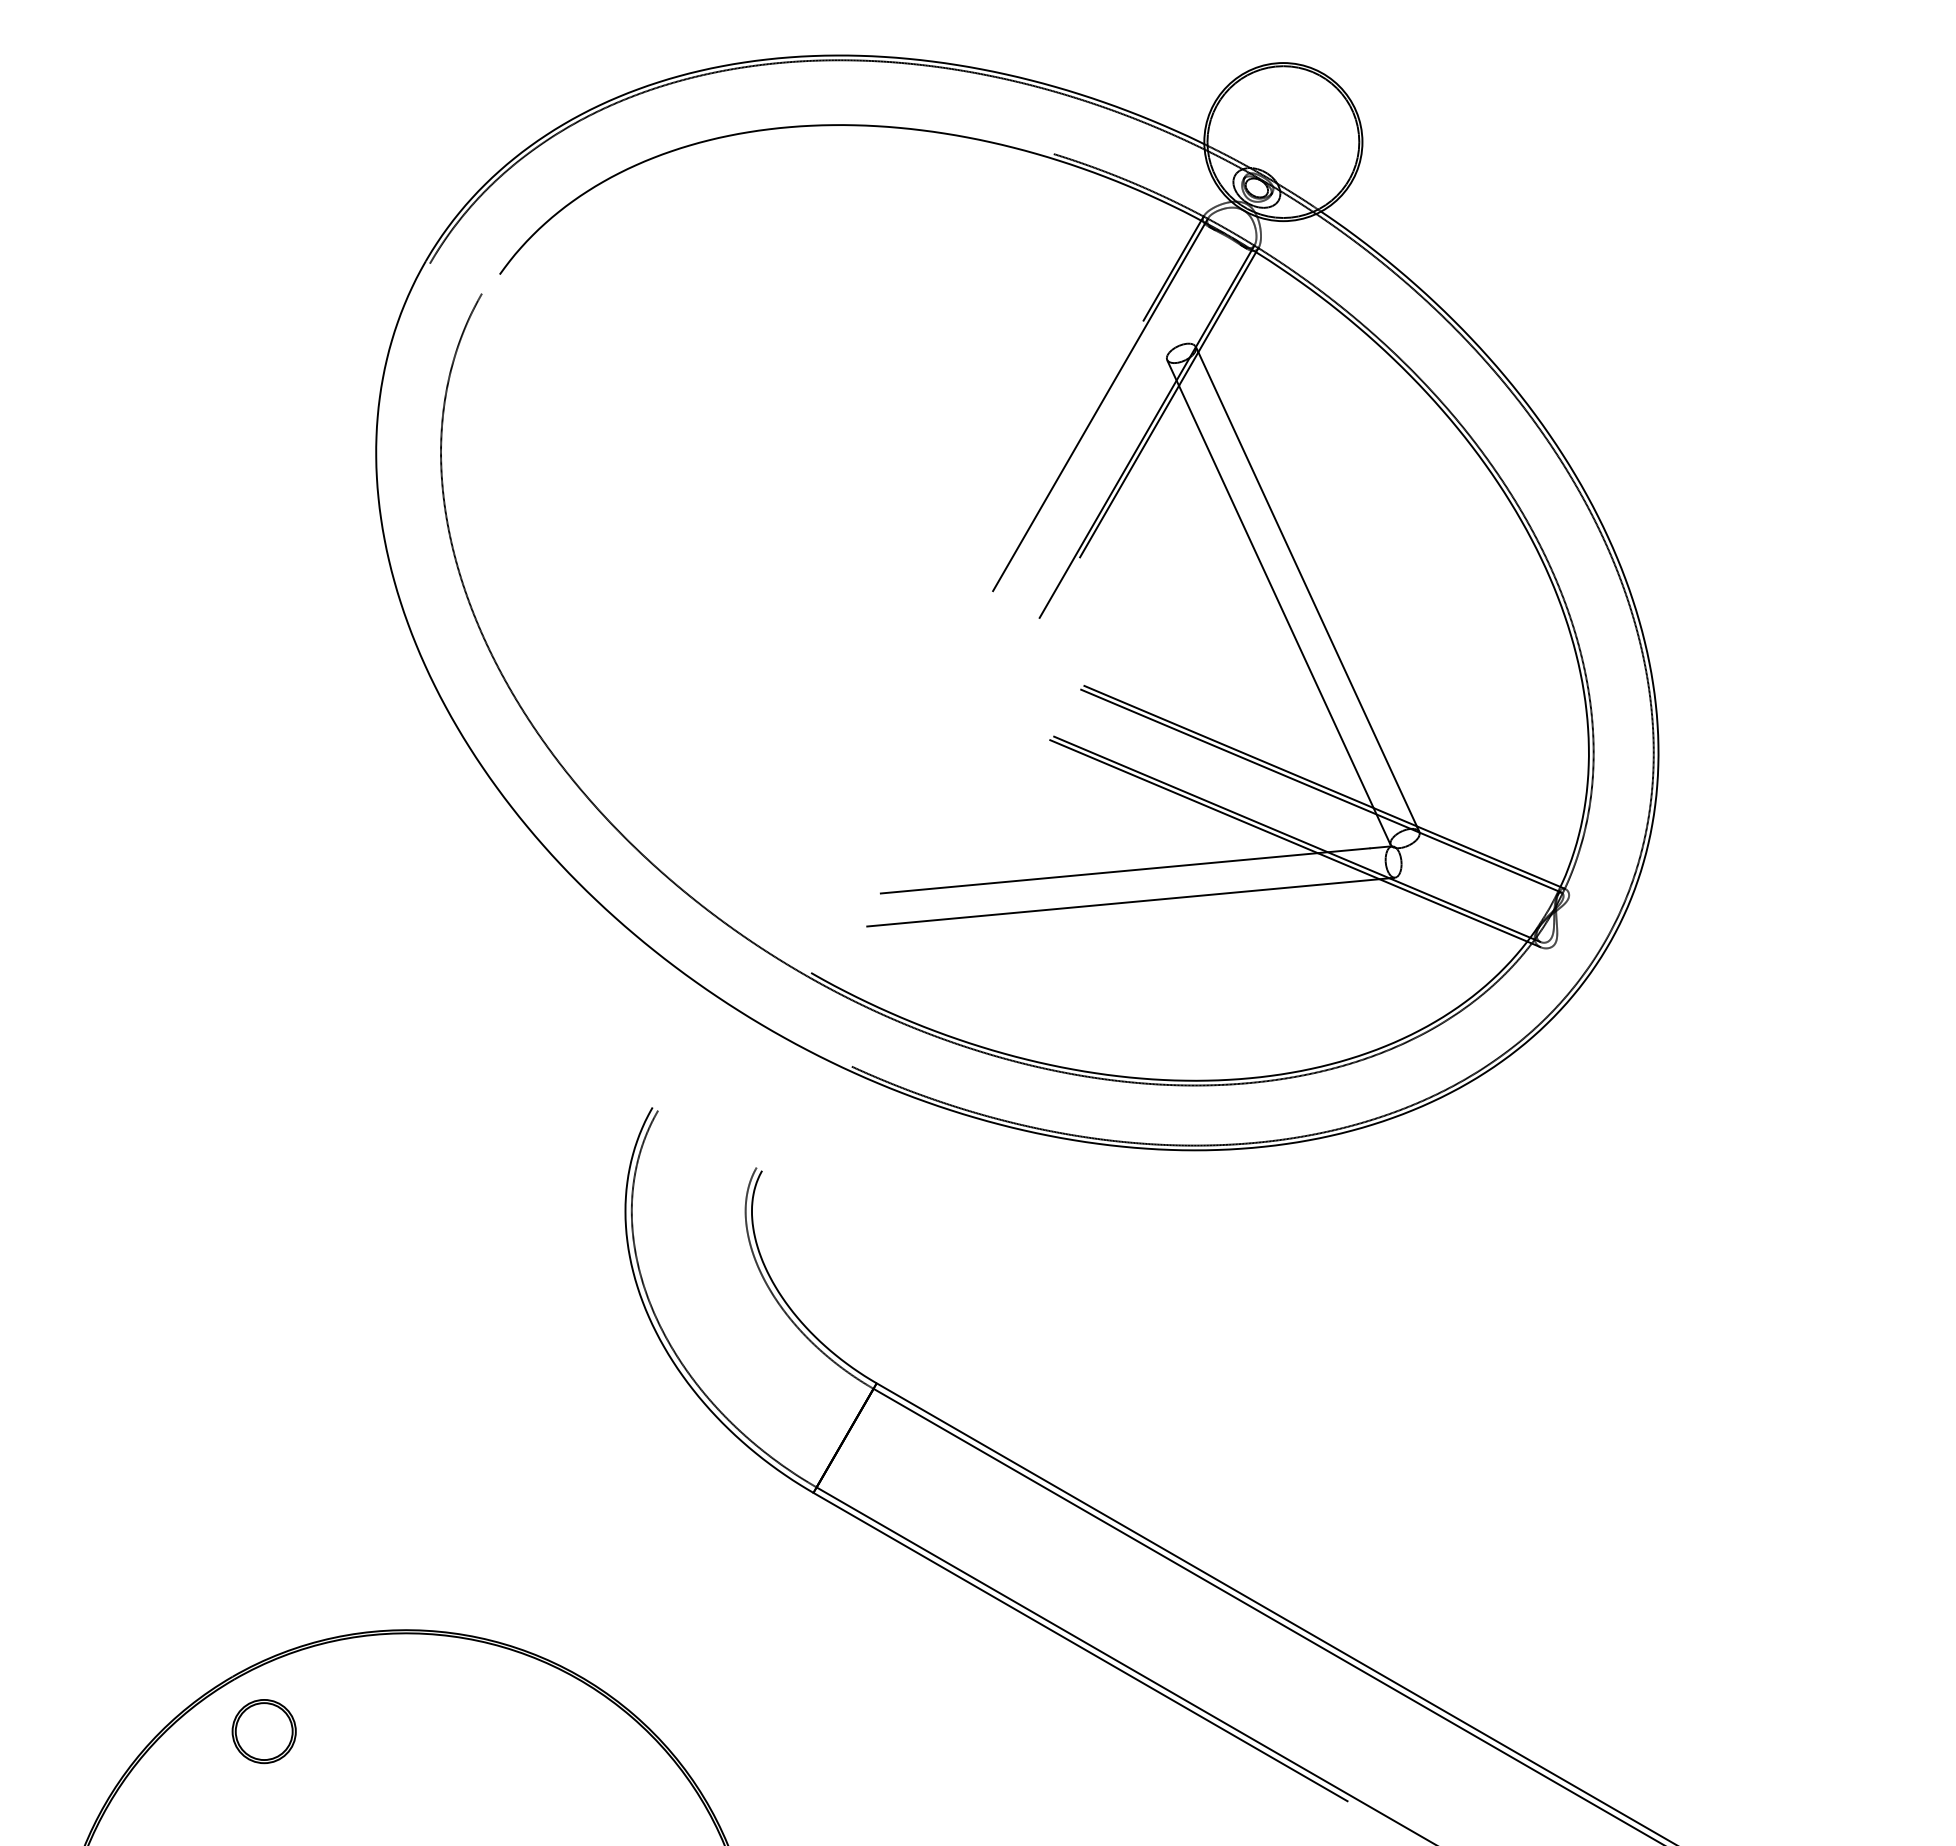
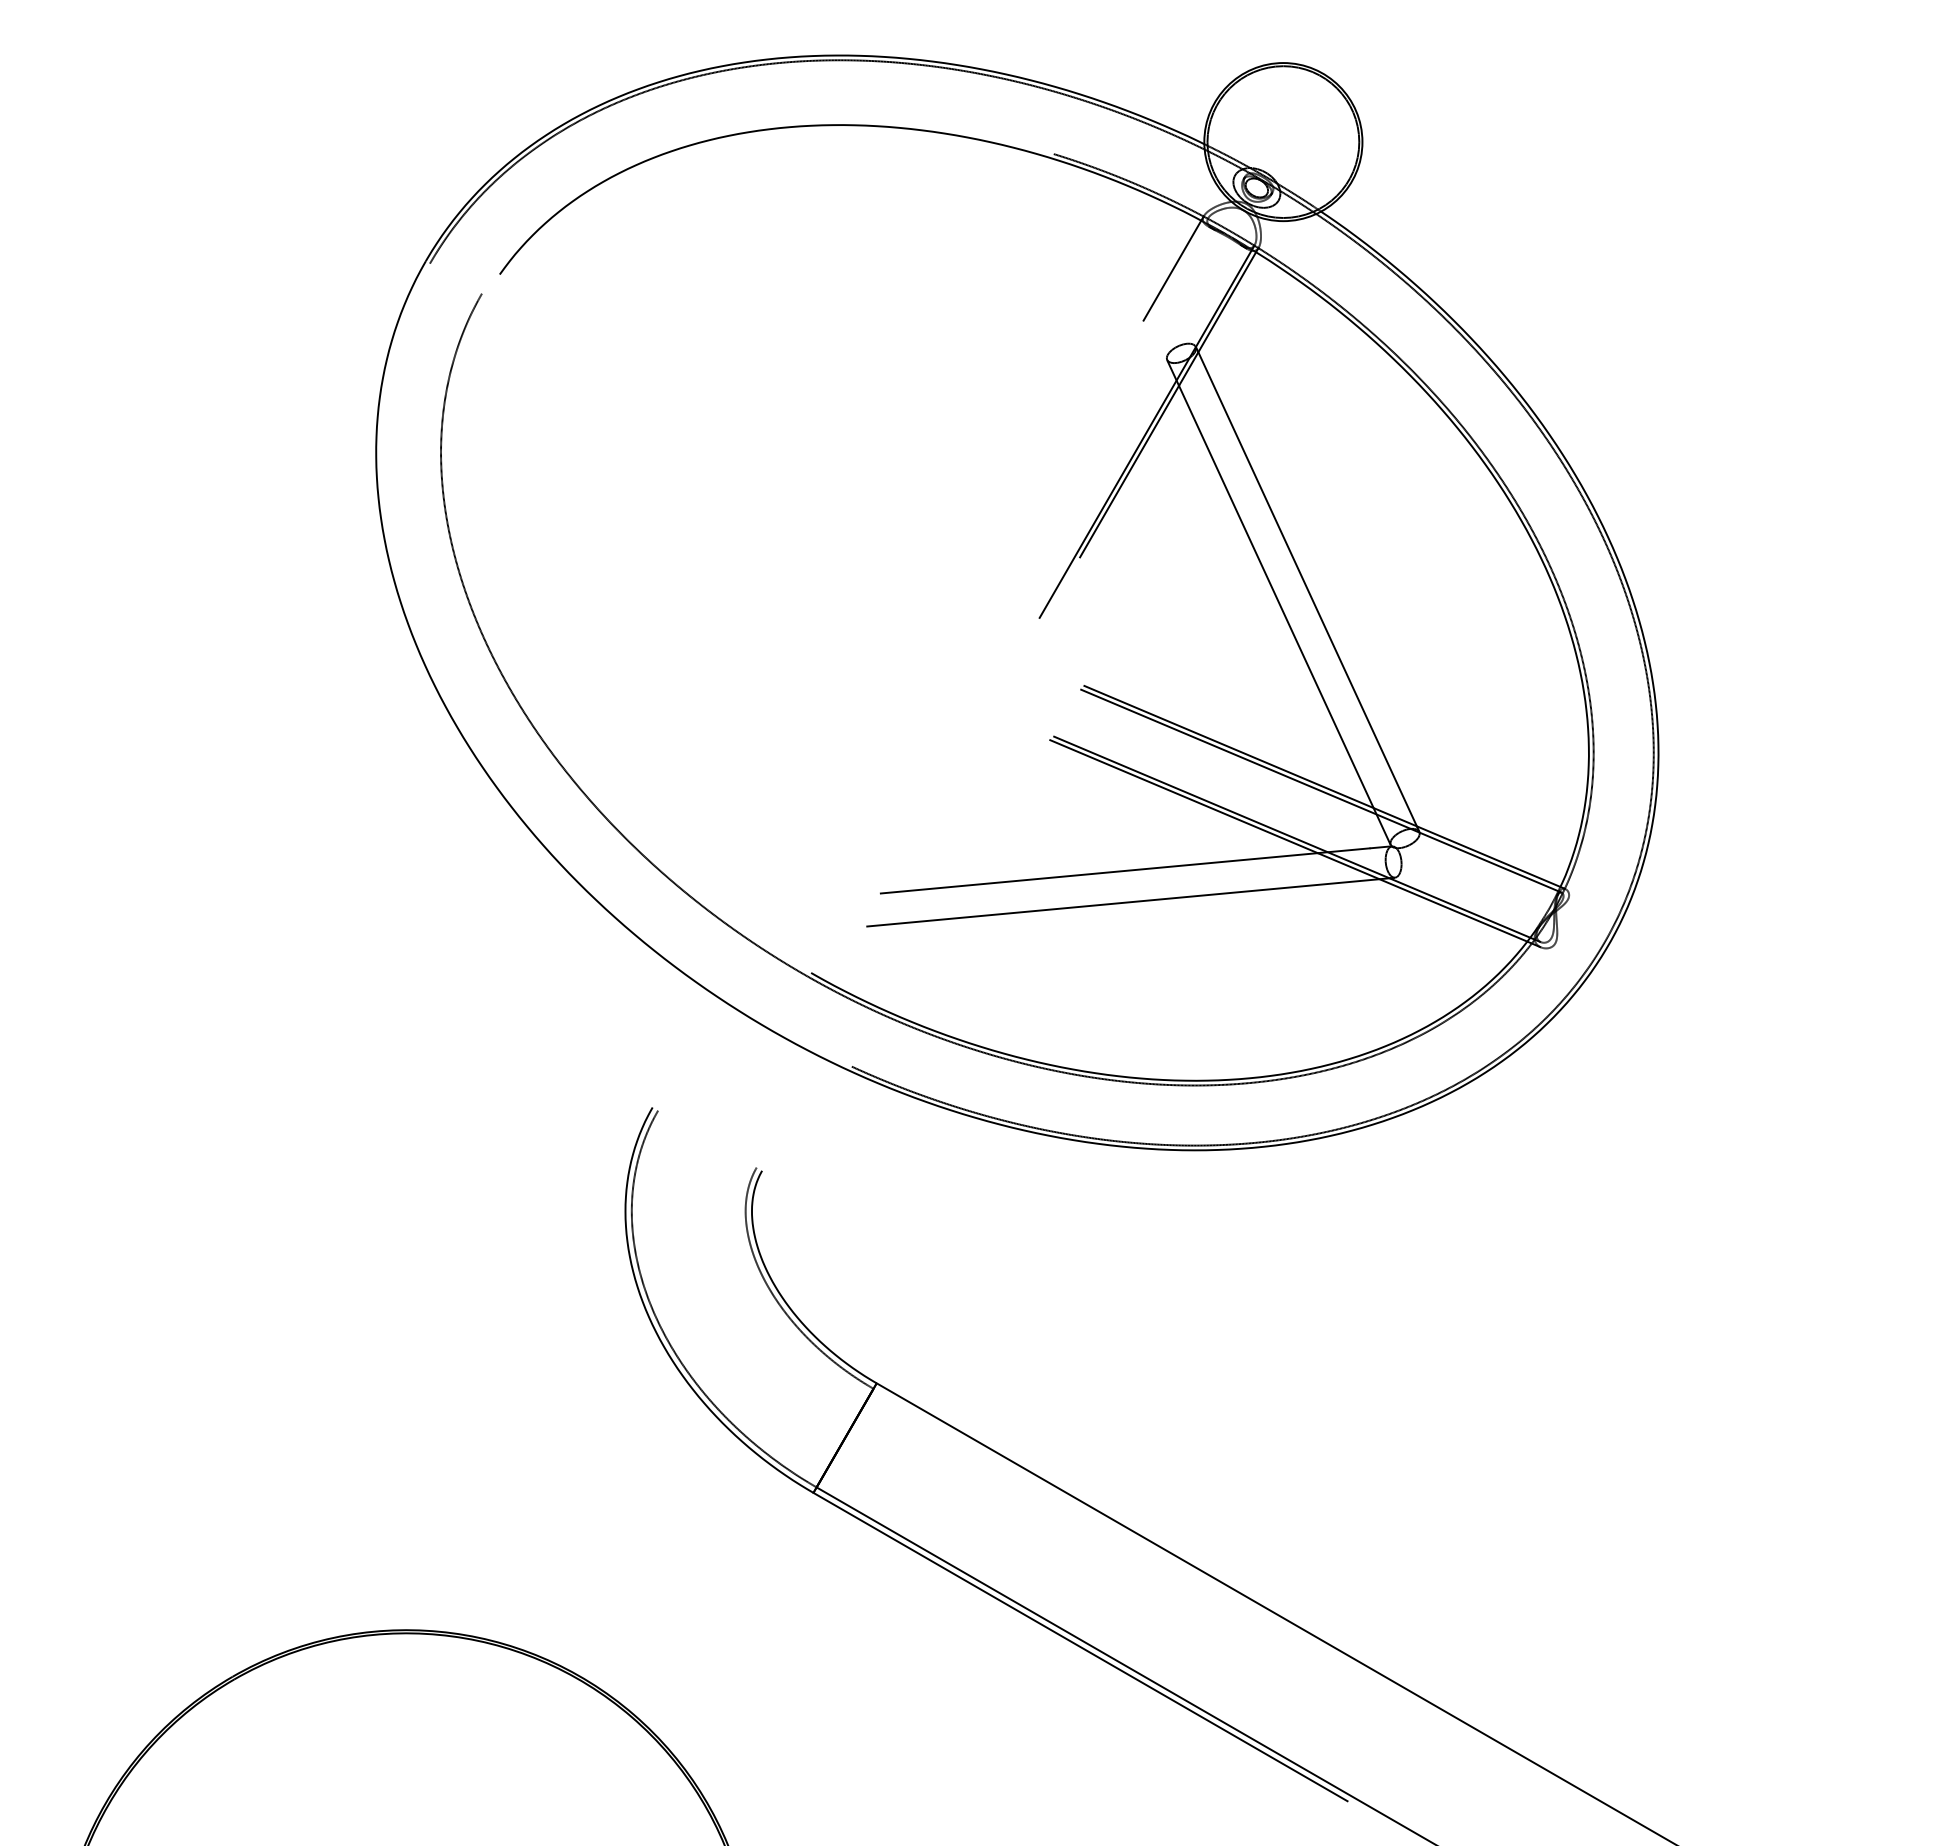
line at (1100, 404): present -> none
line at (1266, 1615): present -> none
part at (263, 1731): present -> none
